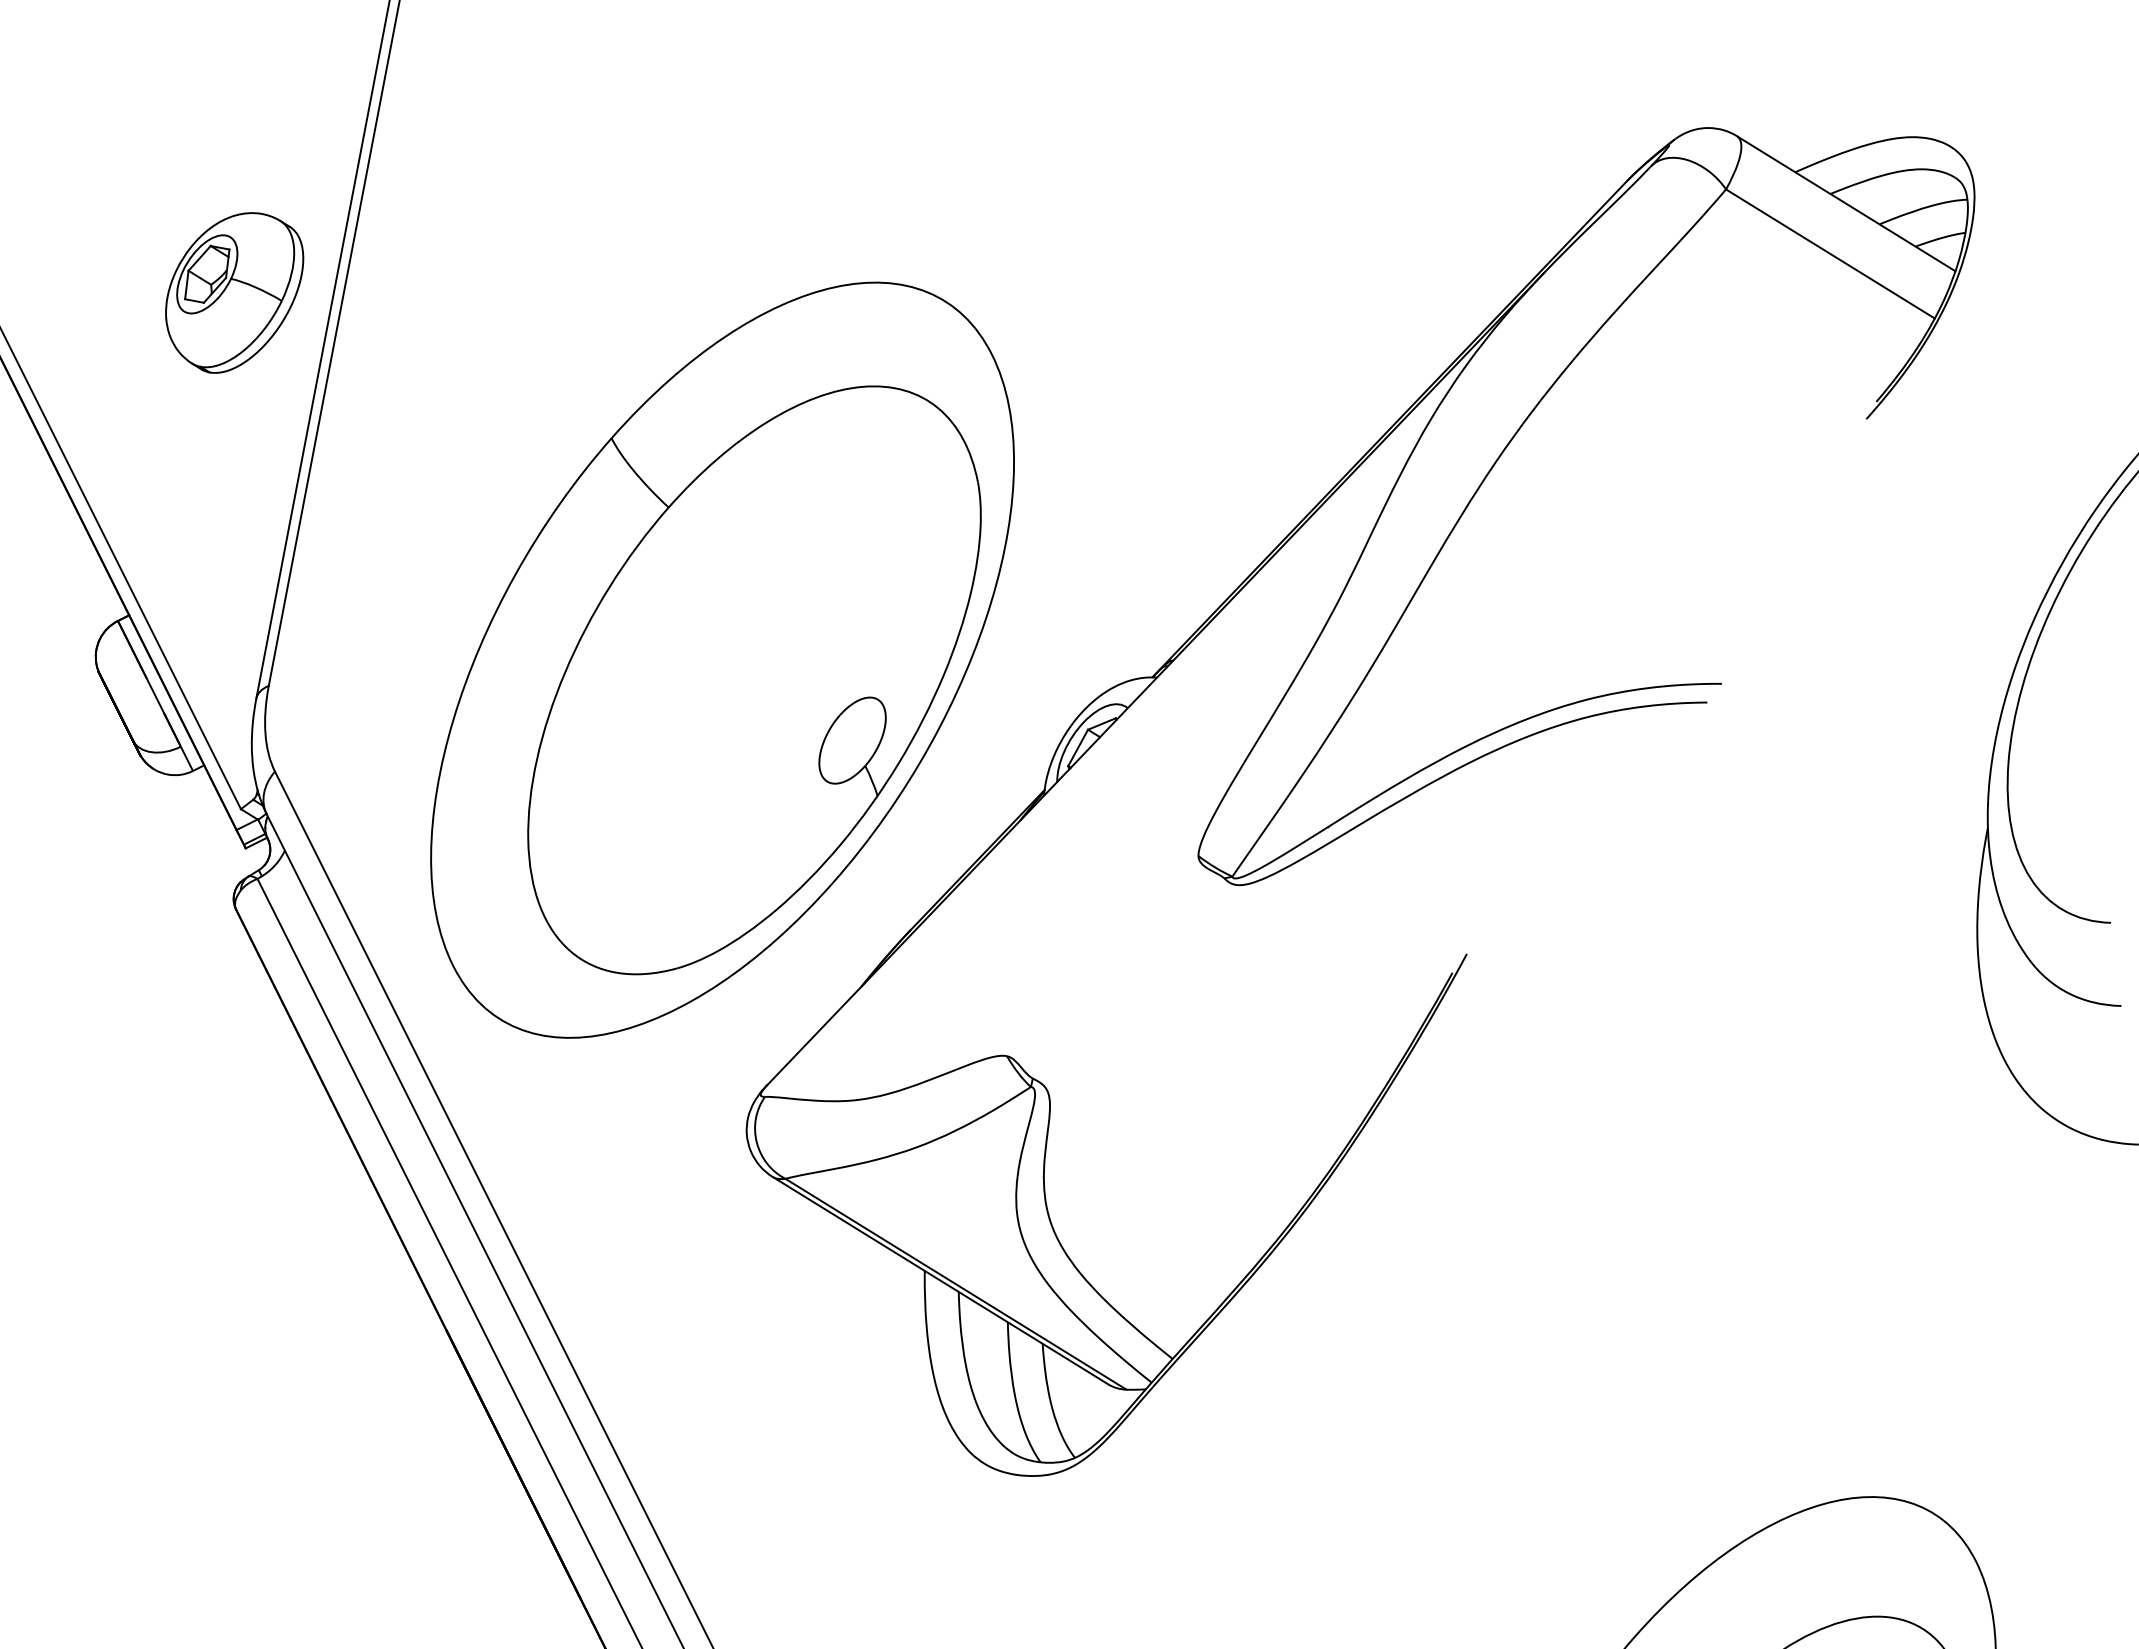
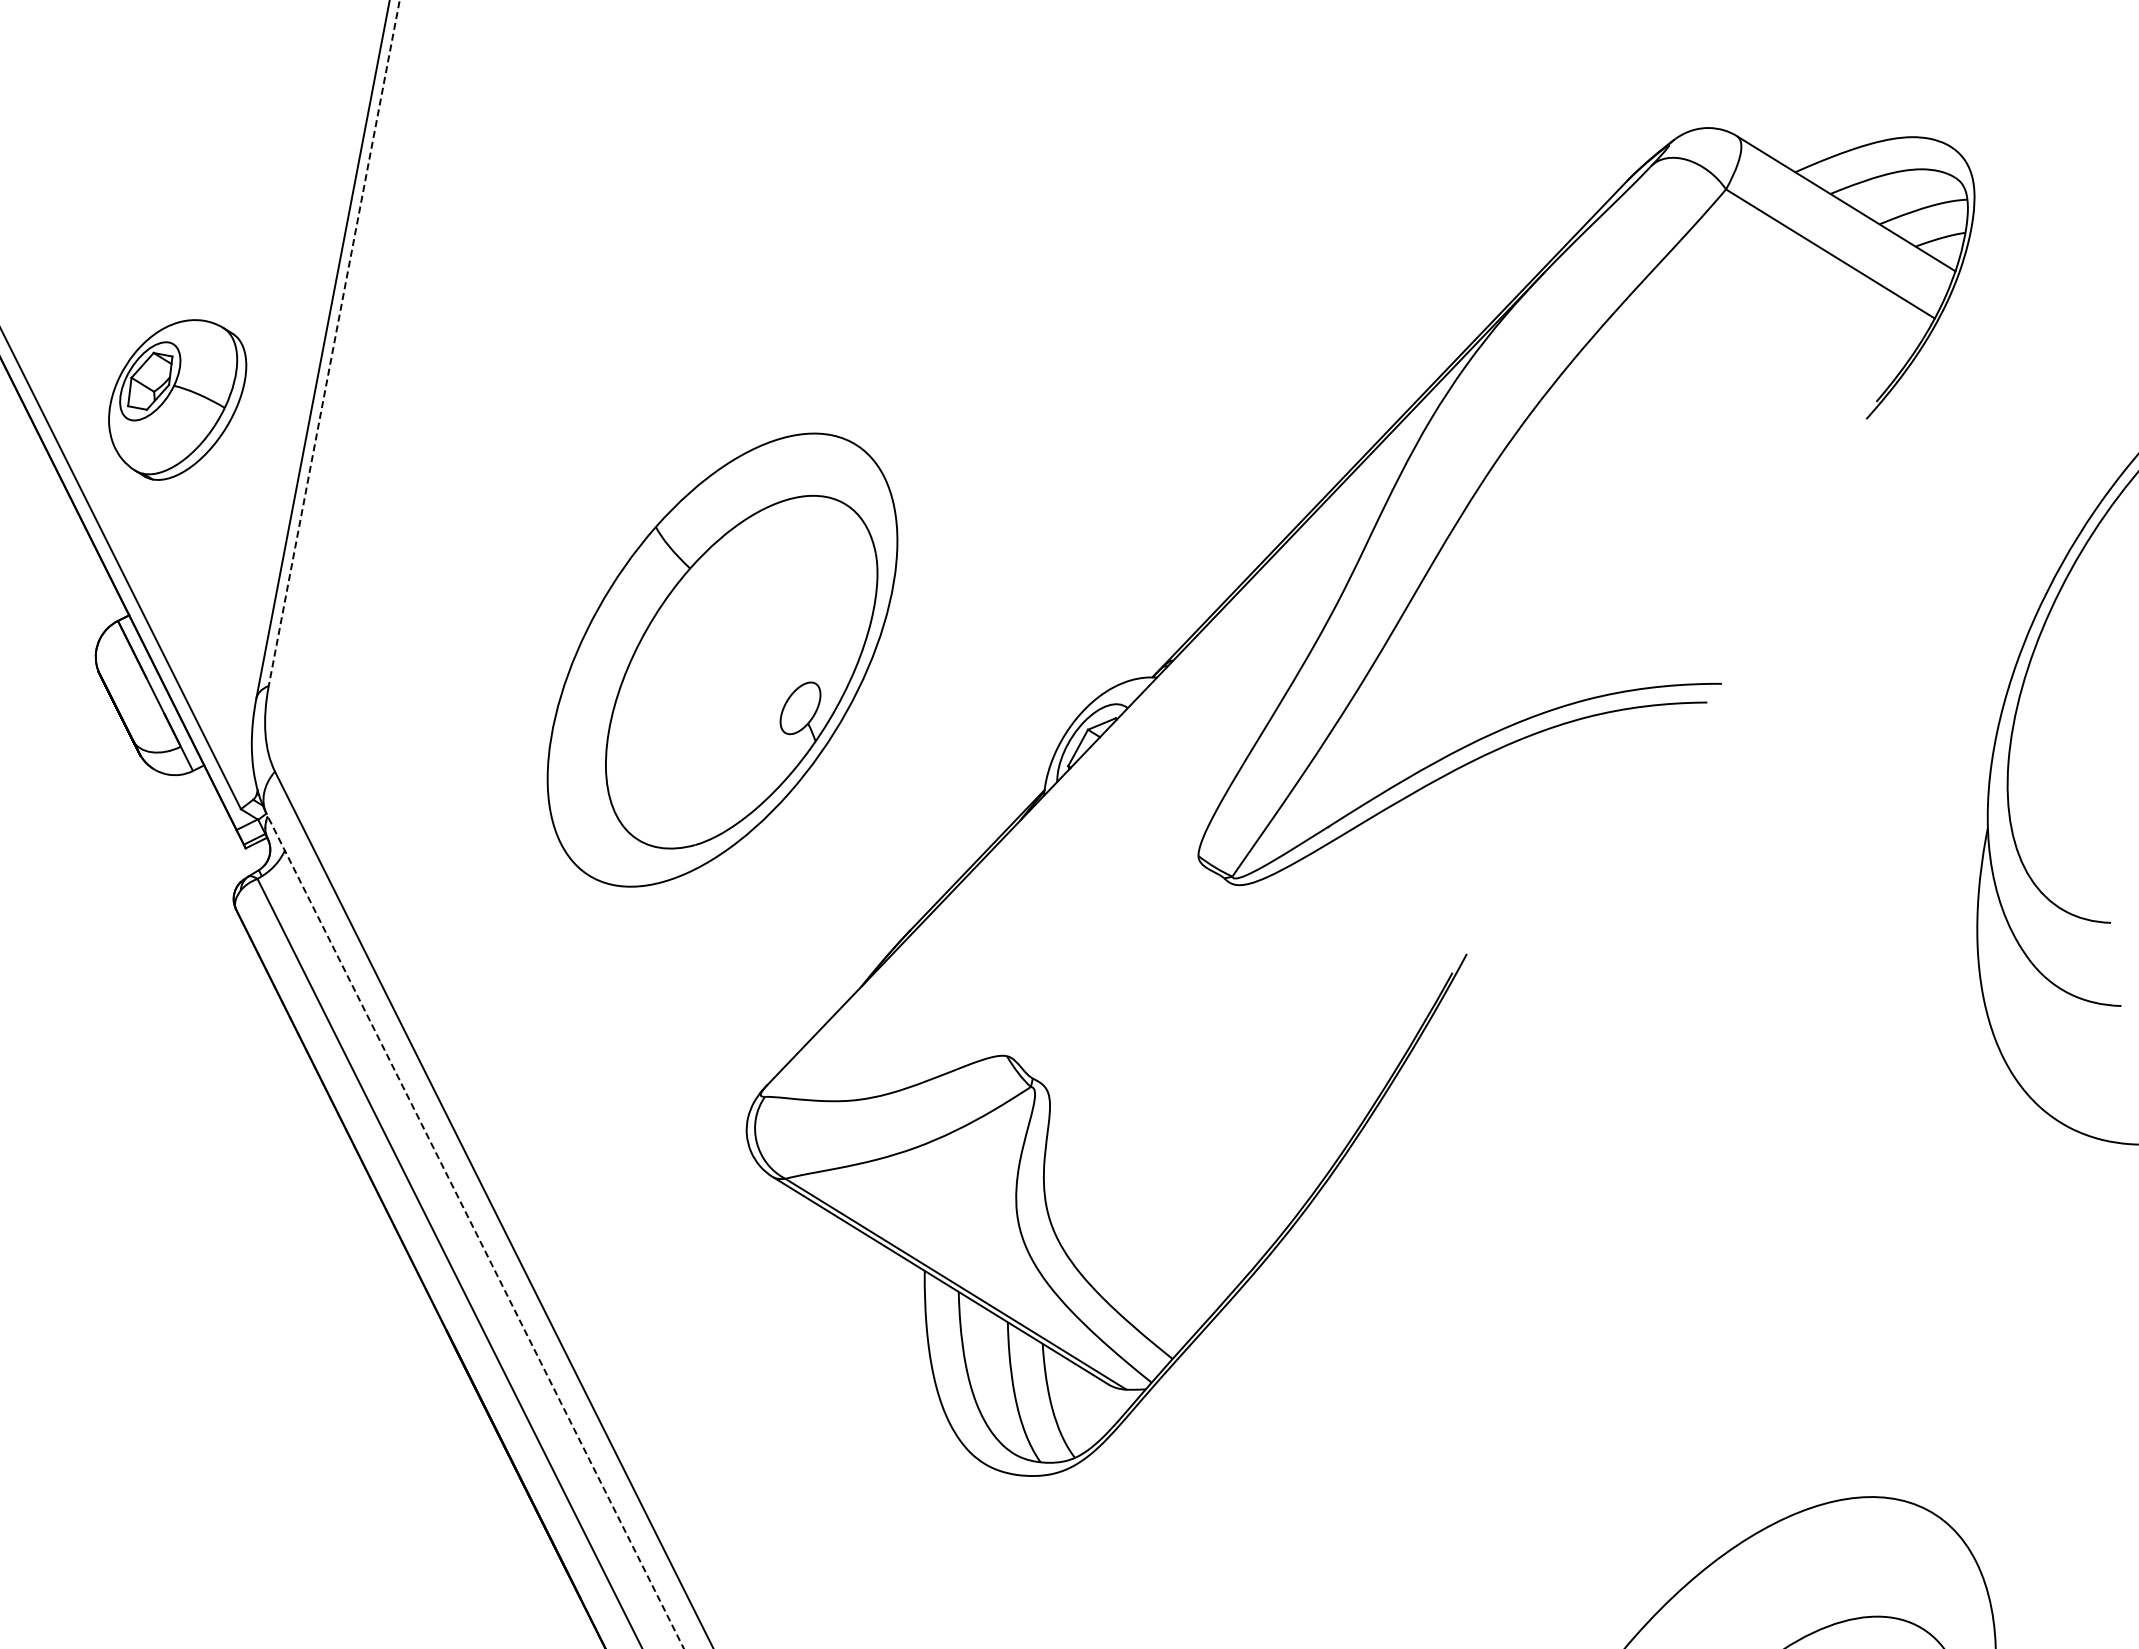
part at (234, 292) position: (234, 292) -> (177, 399)
line at (334, 343): solid -> dashed
part at (722, 659) size: 585x758 px -> 353x456 px
line at (475, 1231): solid -> dashed
